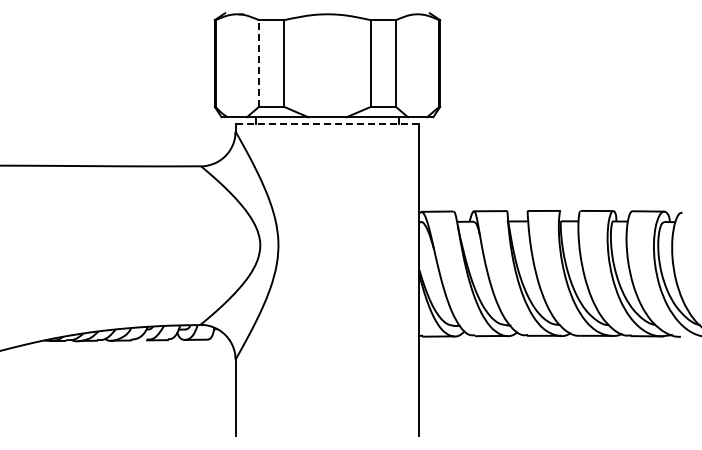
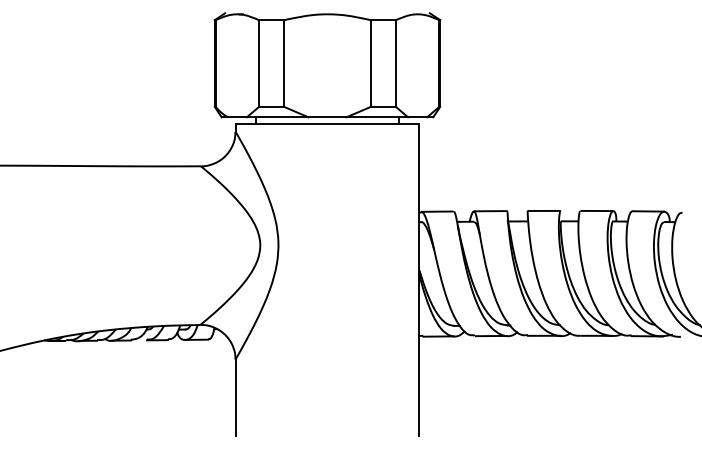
line at (259, 63): dashed -> solid
line at (327, 124): dashed -> solid
